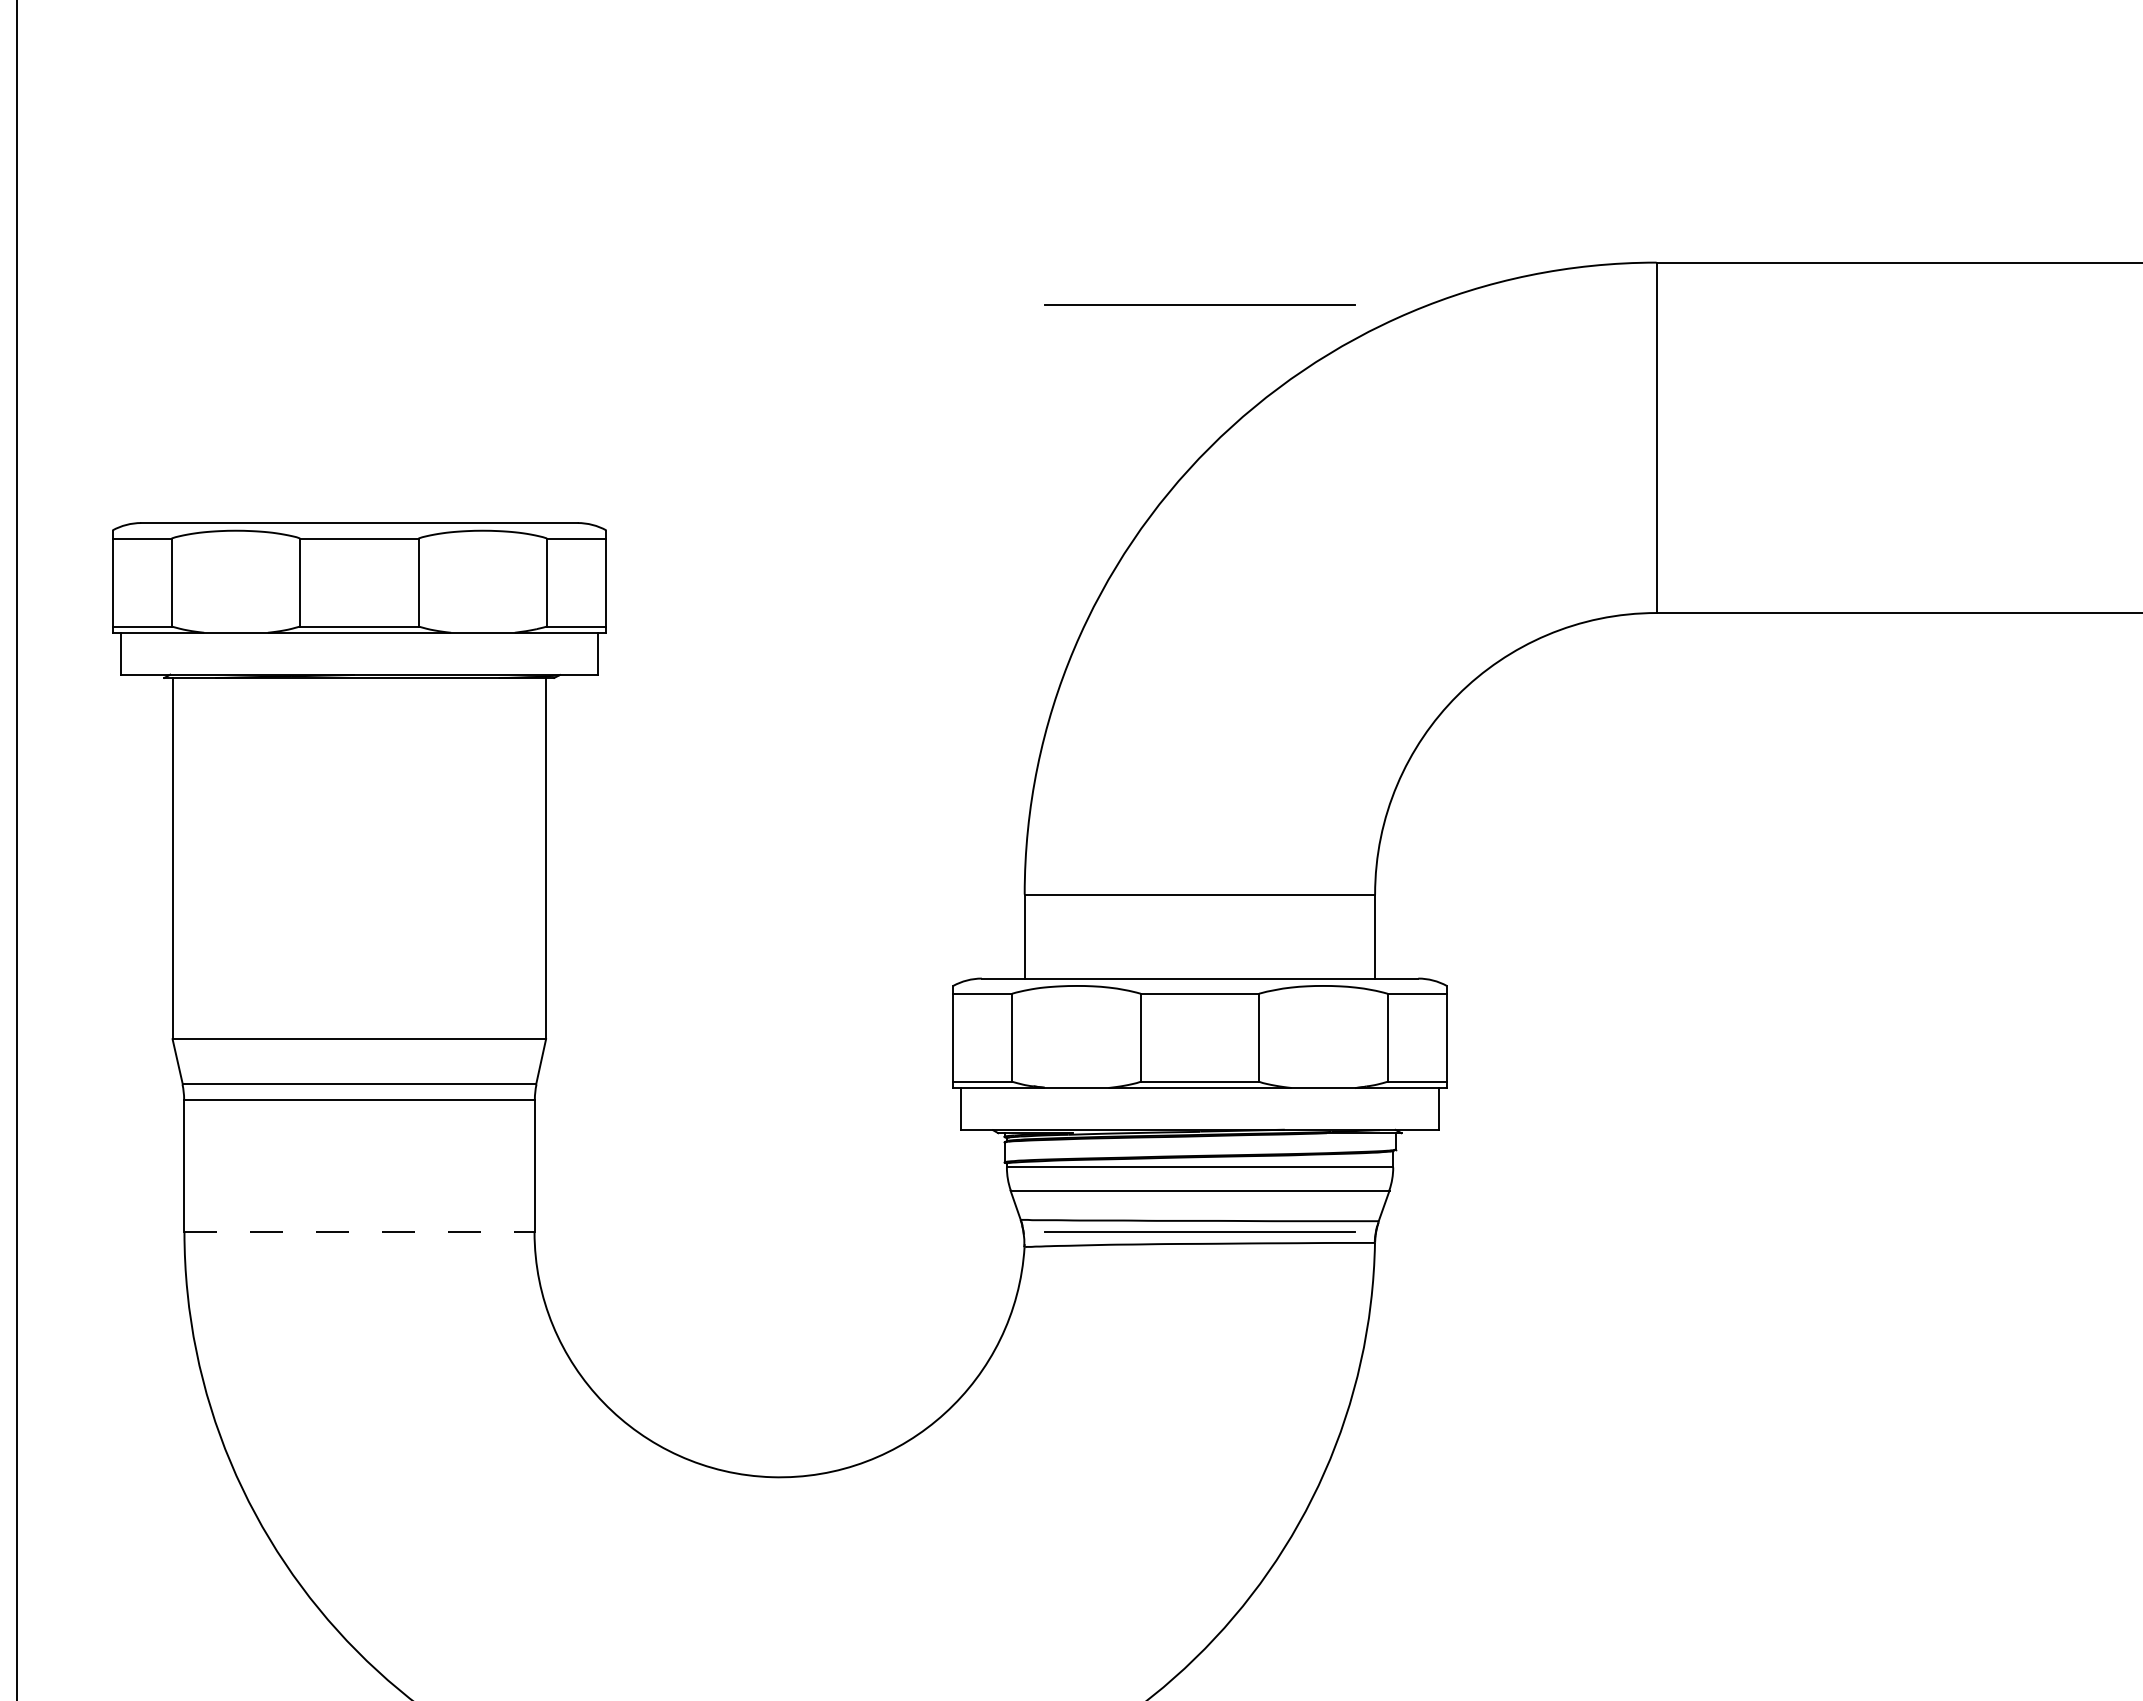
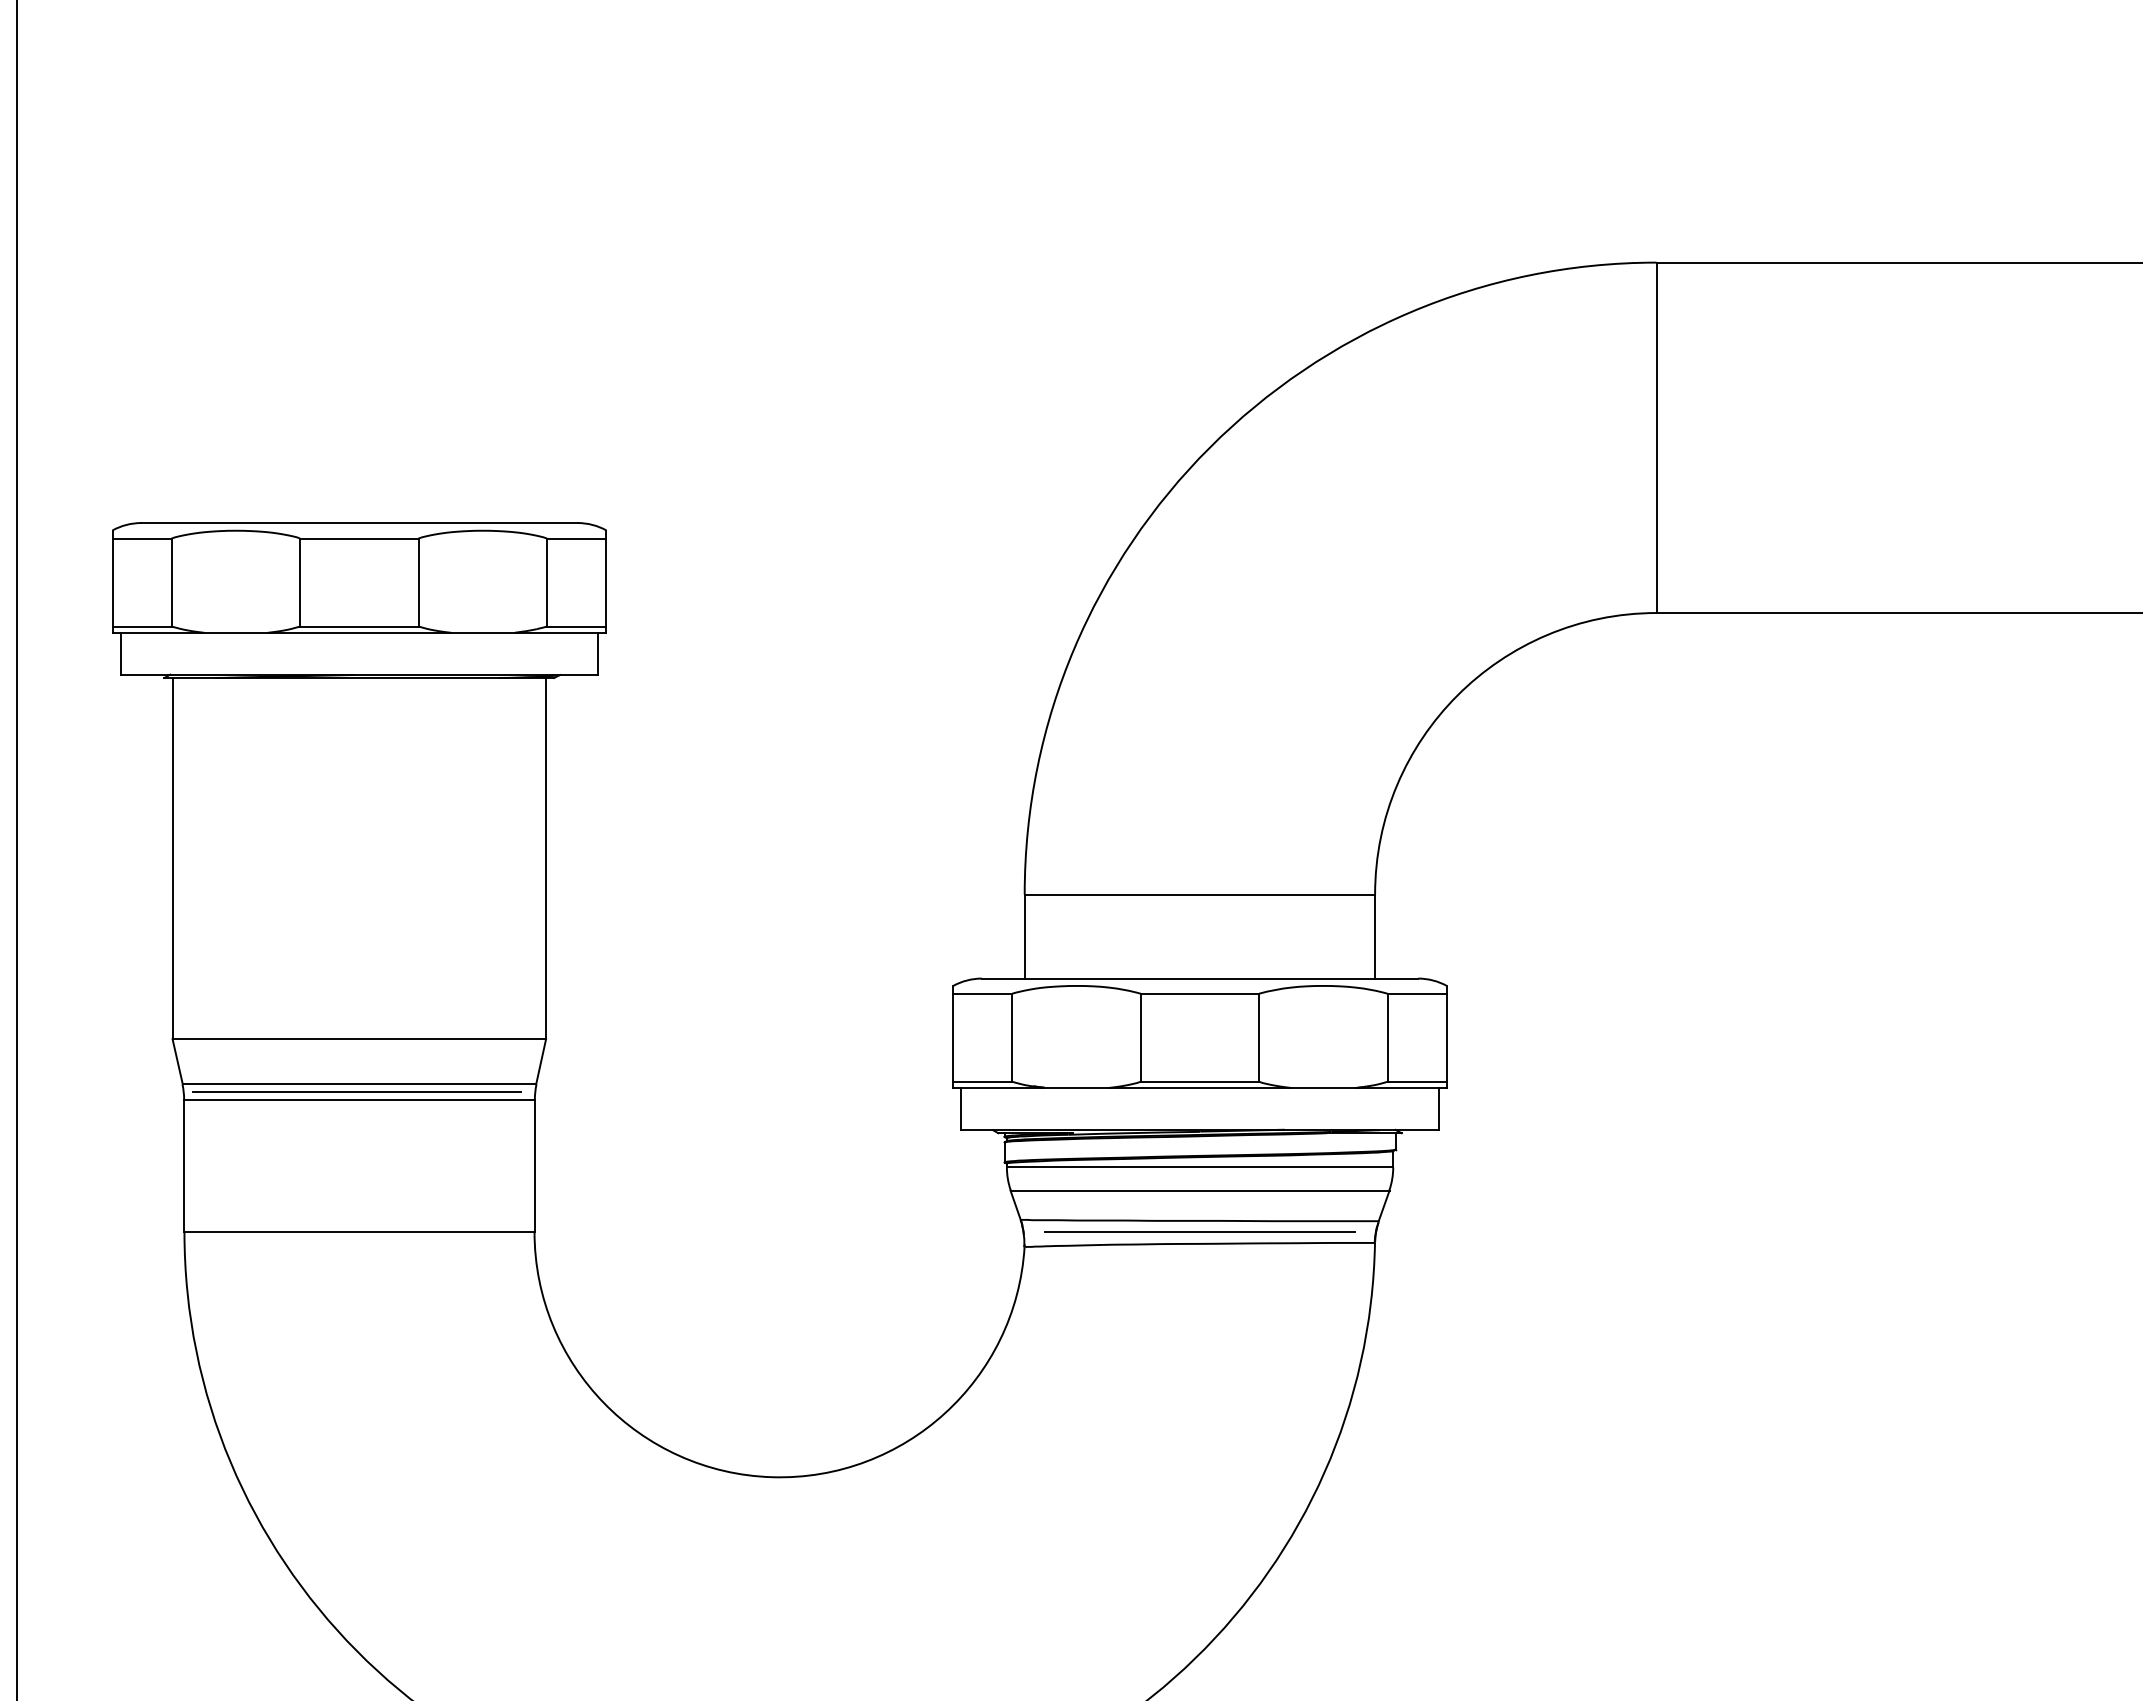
line at (1199, 304): present -> none
line at (356, 1091): none -> present
line at (360, 1232): dashed -> solid
